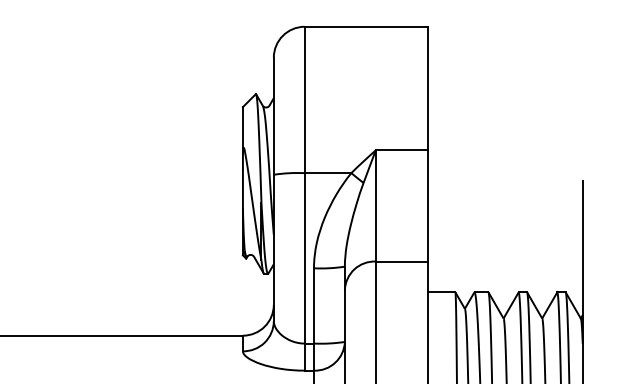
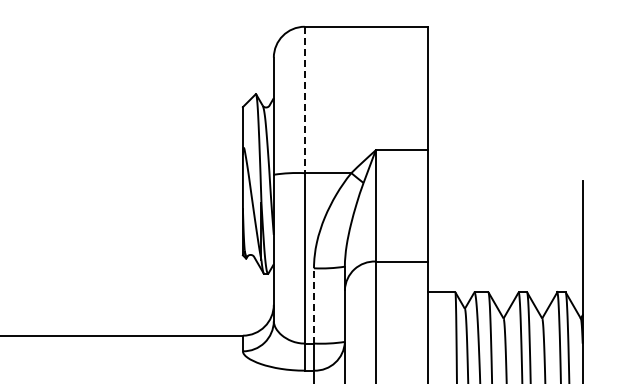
line at (304, 100): solid -> dashed
line at (313, 305): solid -> dashed
